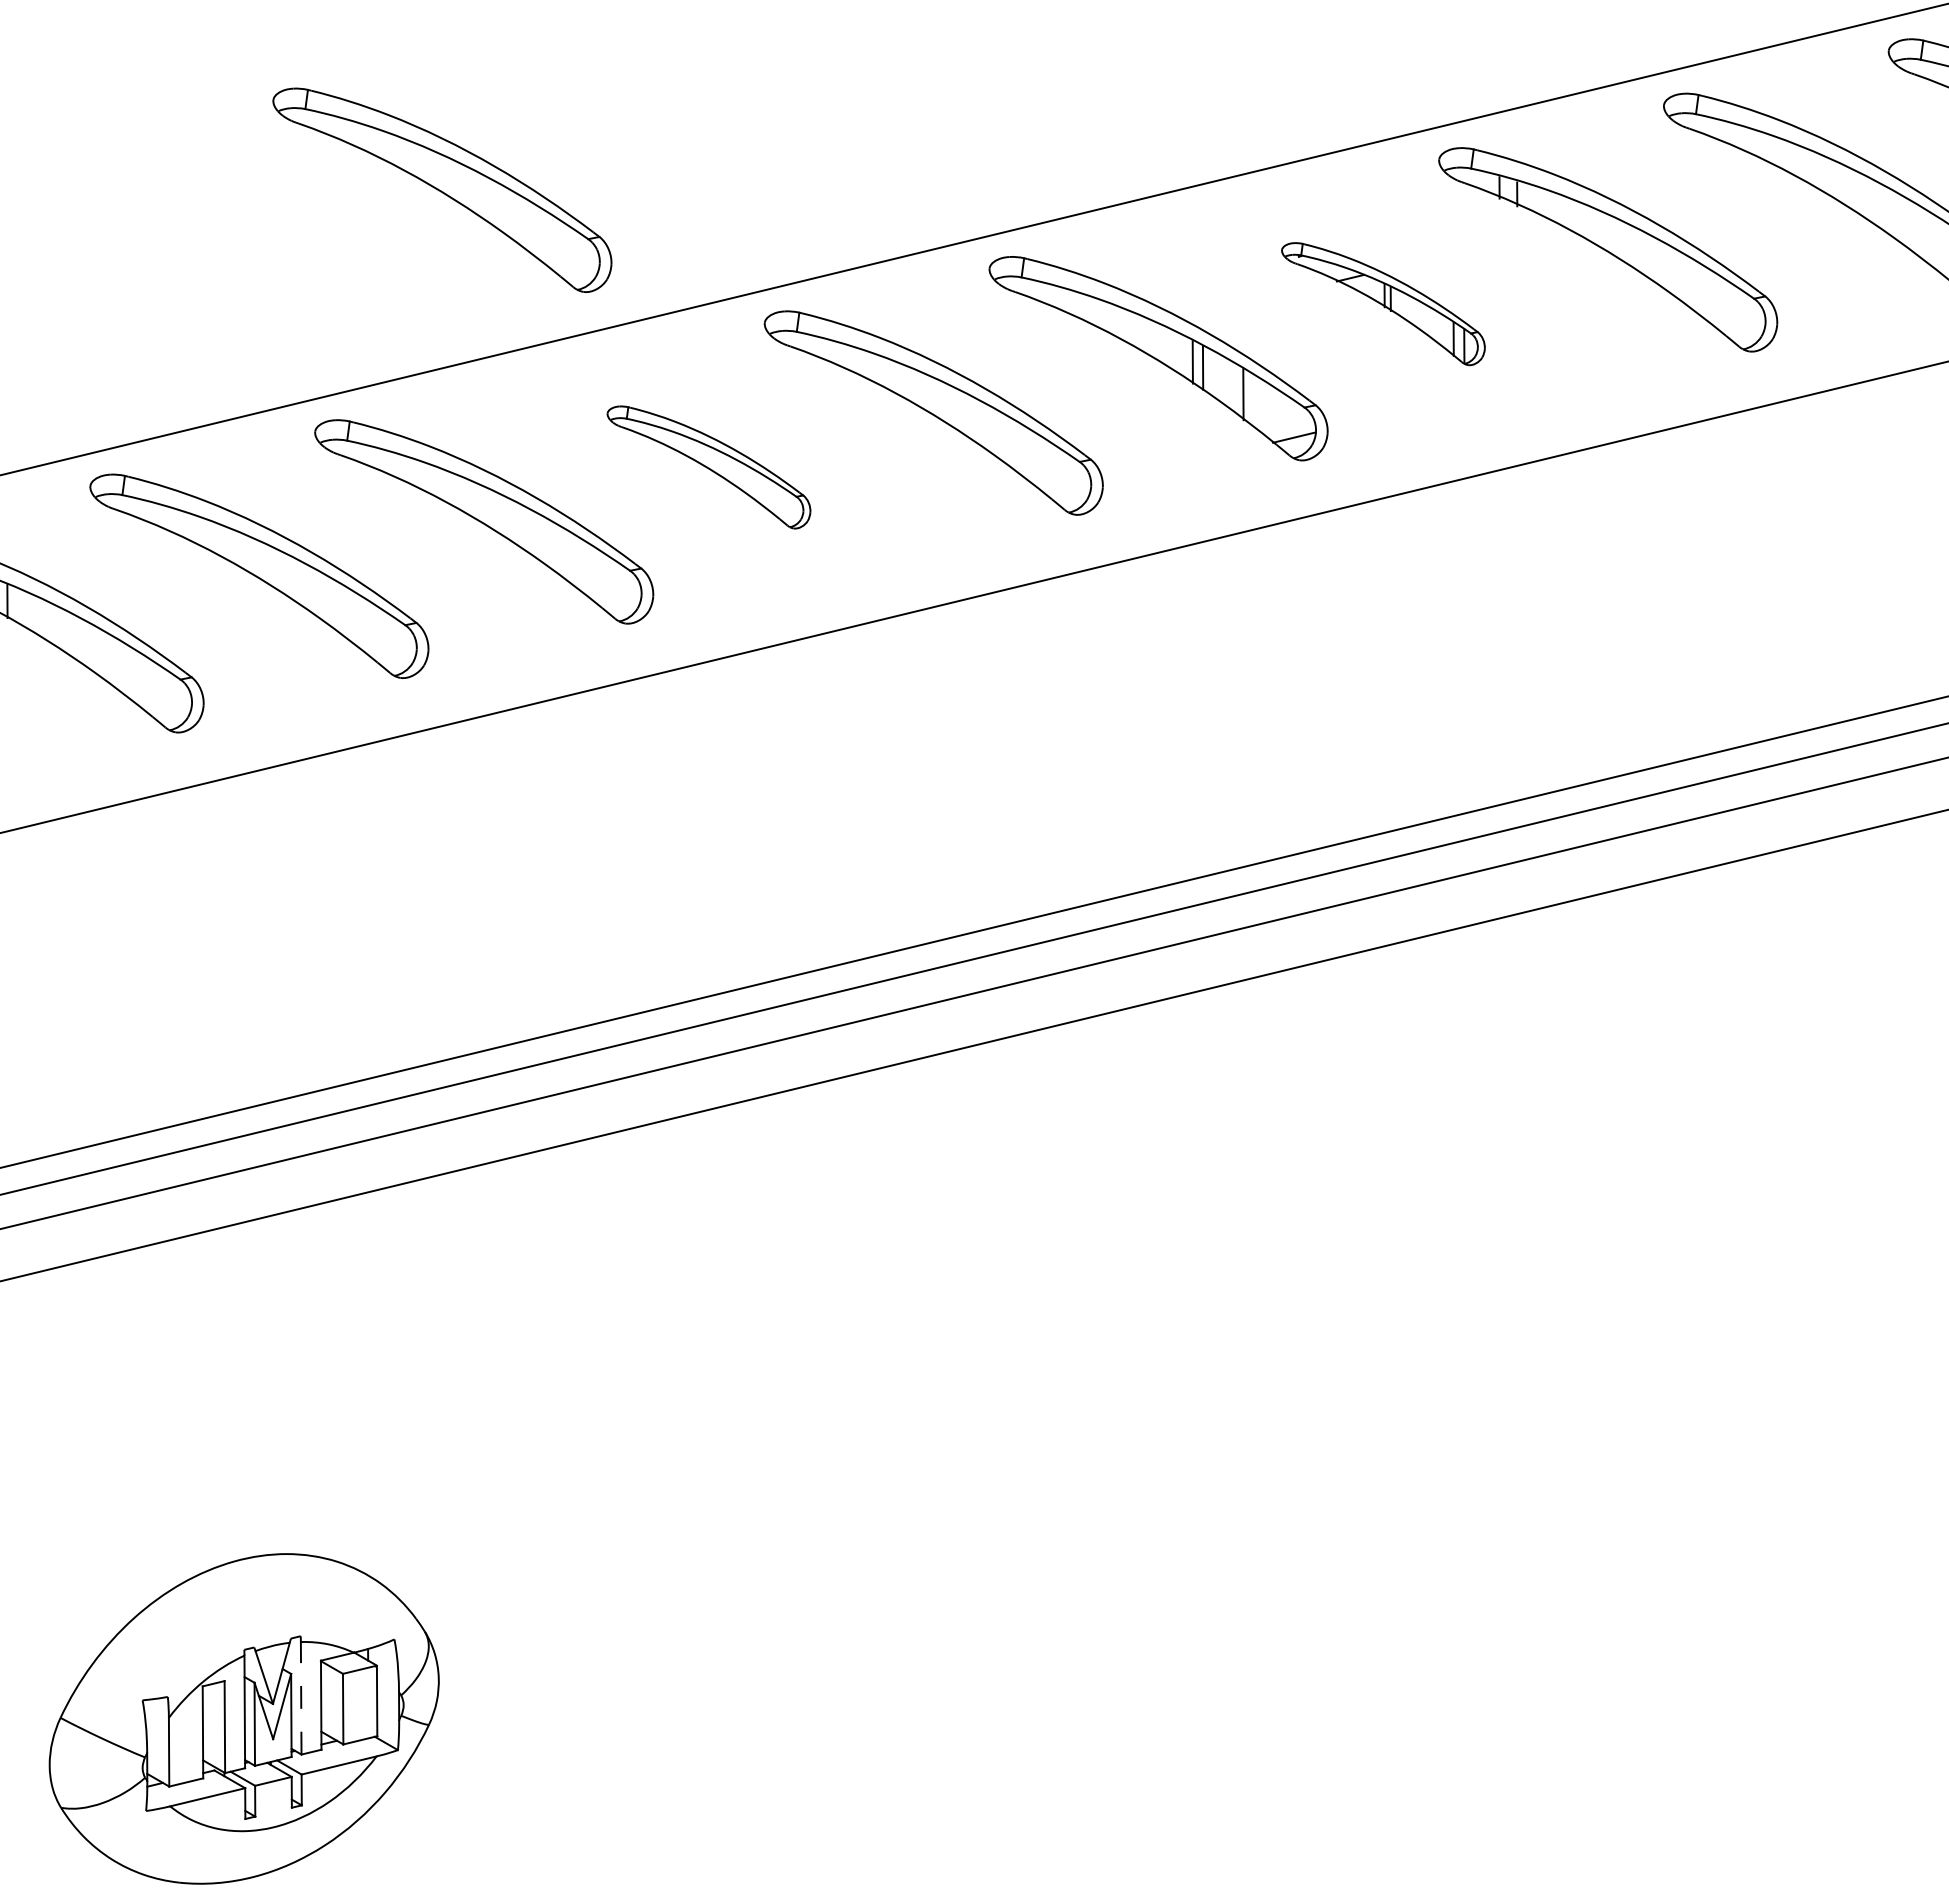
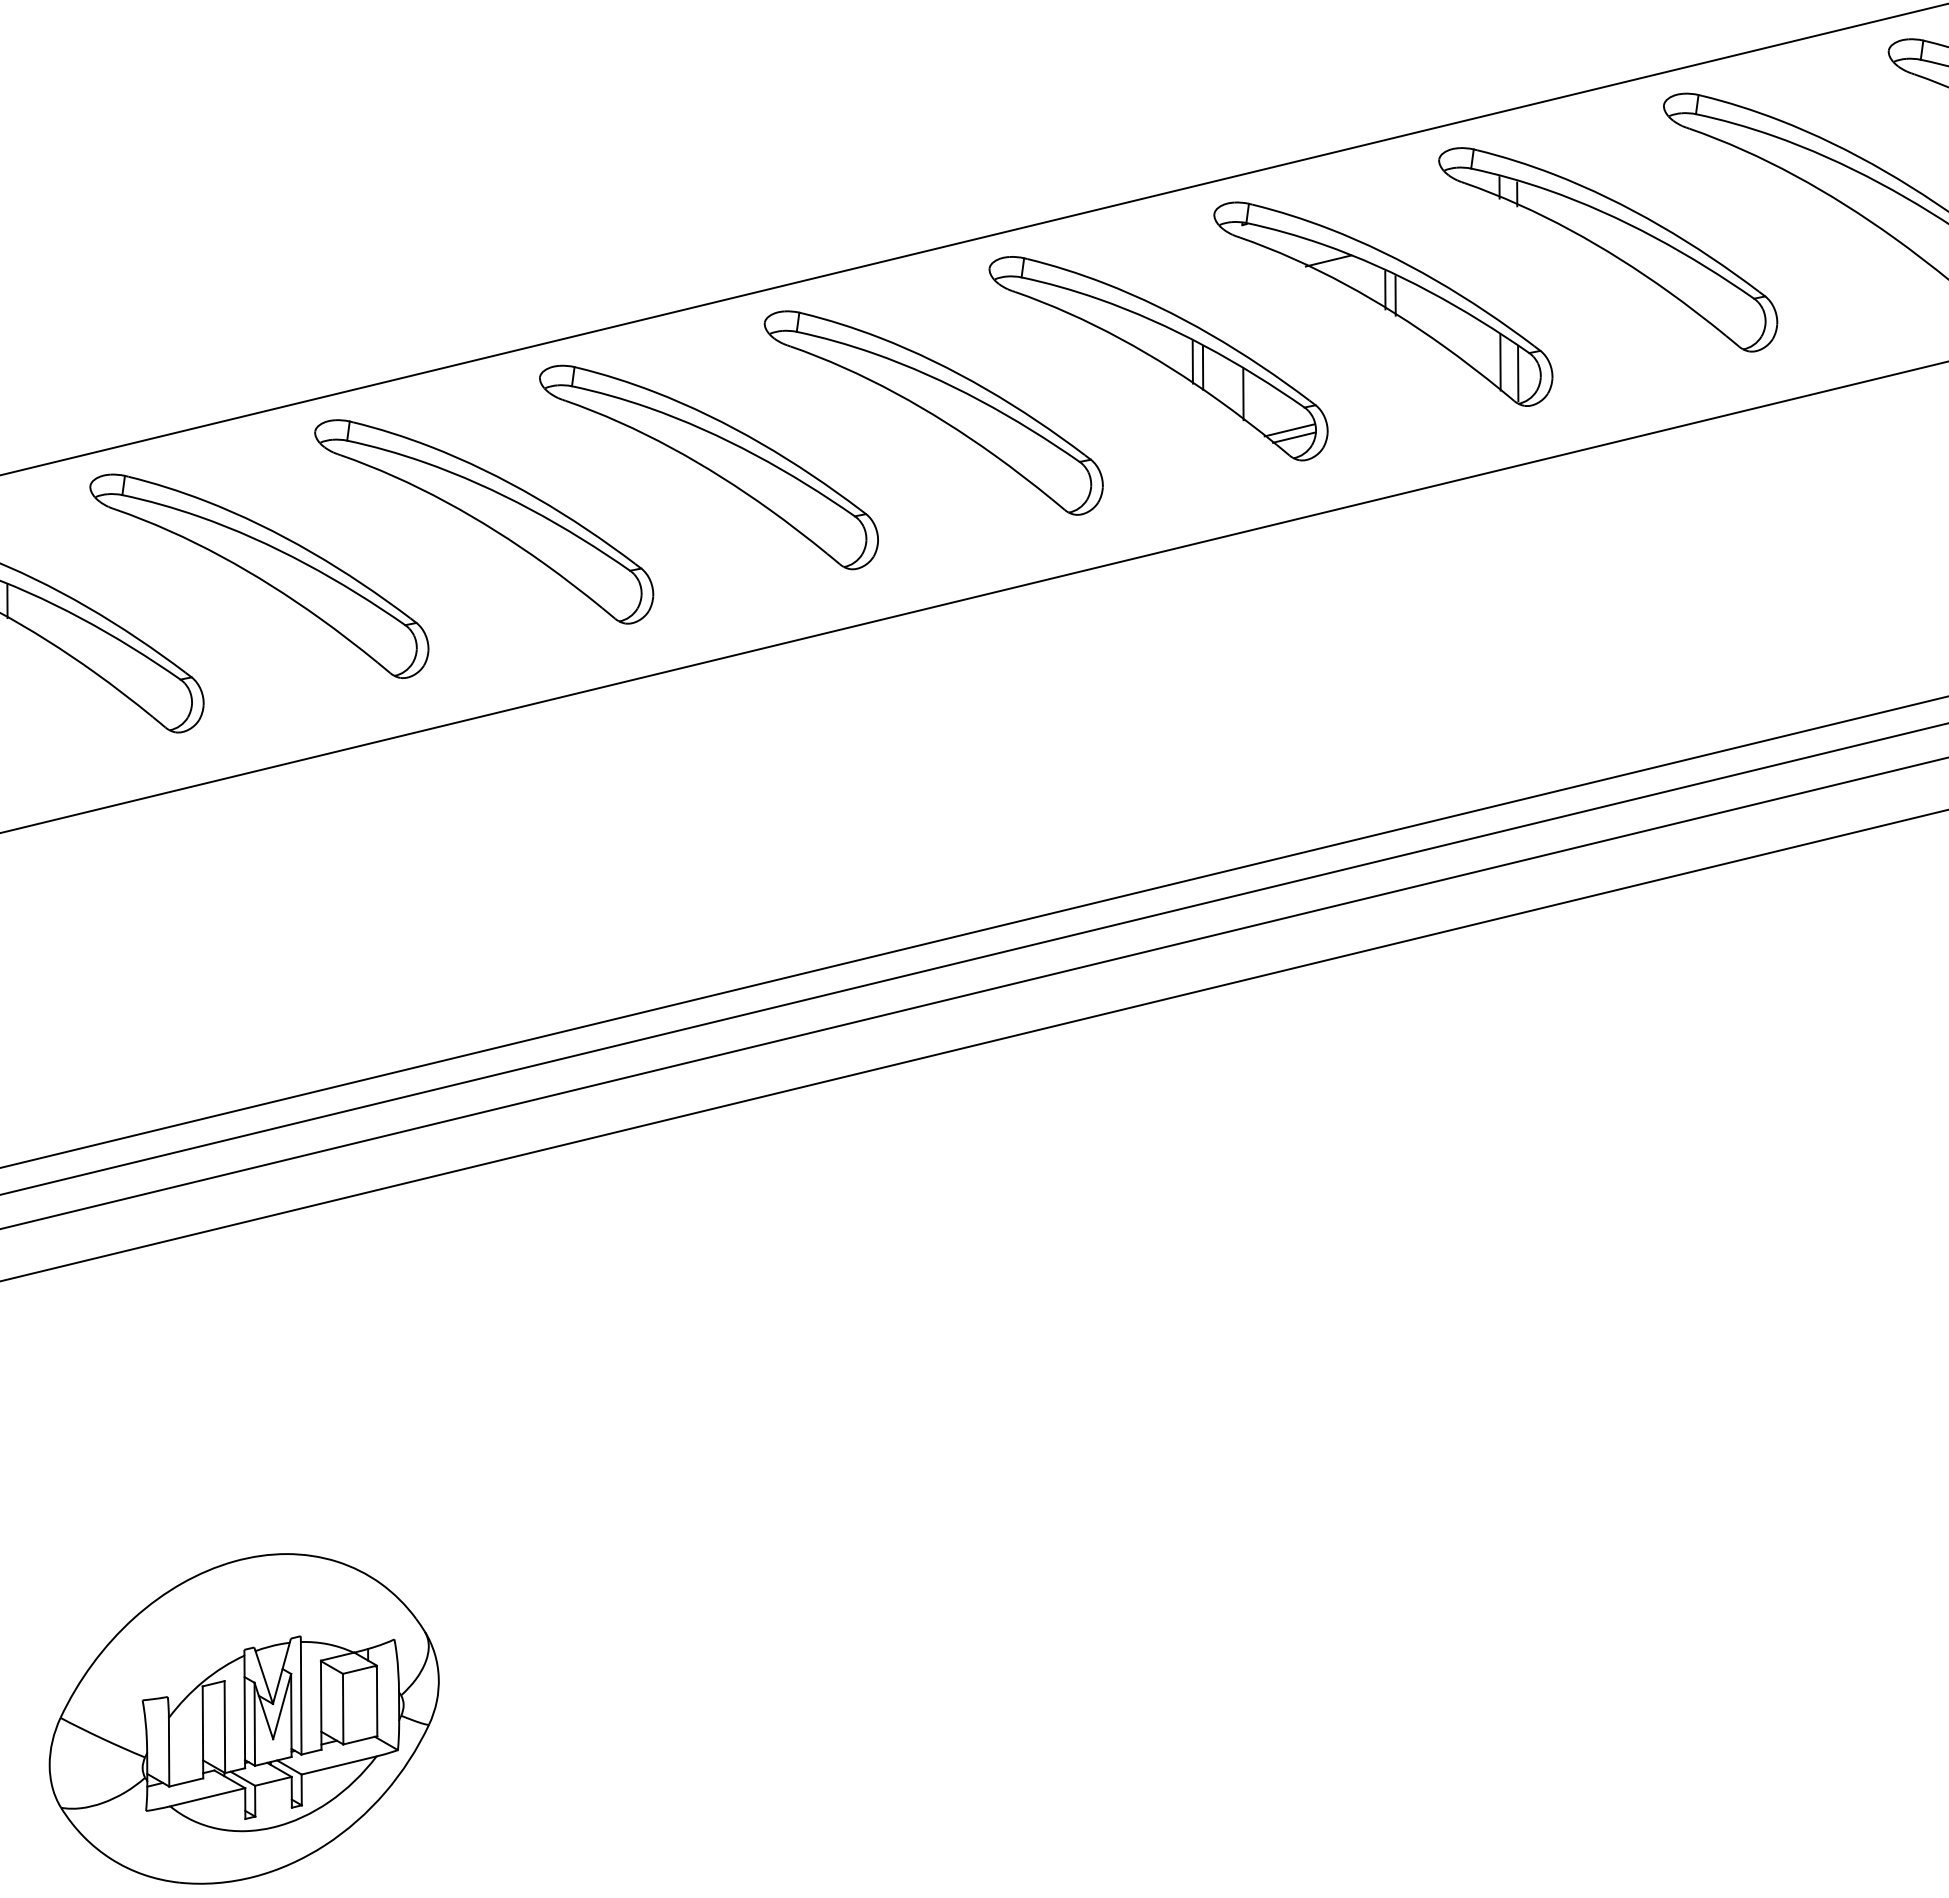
part at (442, 189): present -> none
part at (1383, 304) size: 205x125 px -> 341x206 px
line at (1289, 430): none -> present
part at (708, 467) size: 206x125 px -> 340x207 px
line at (301, 1697): dashed -> solid
